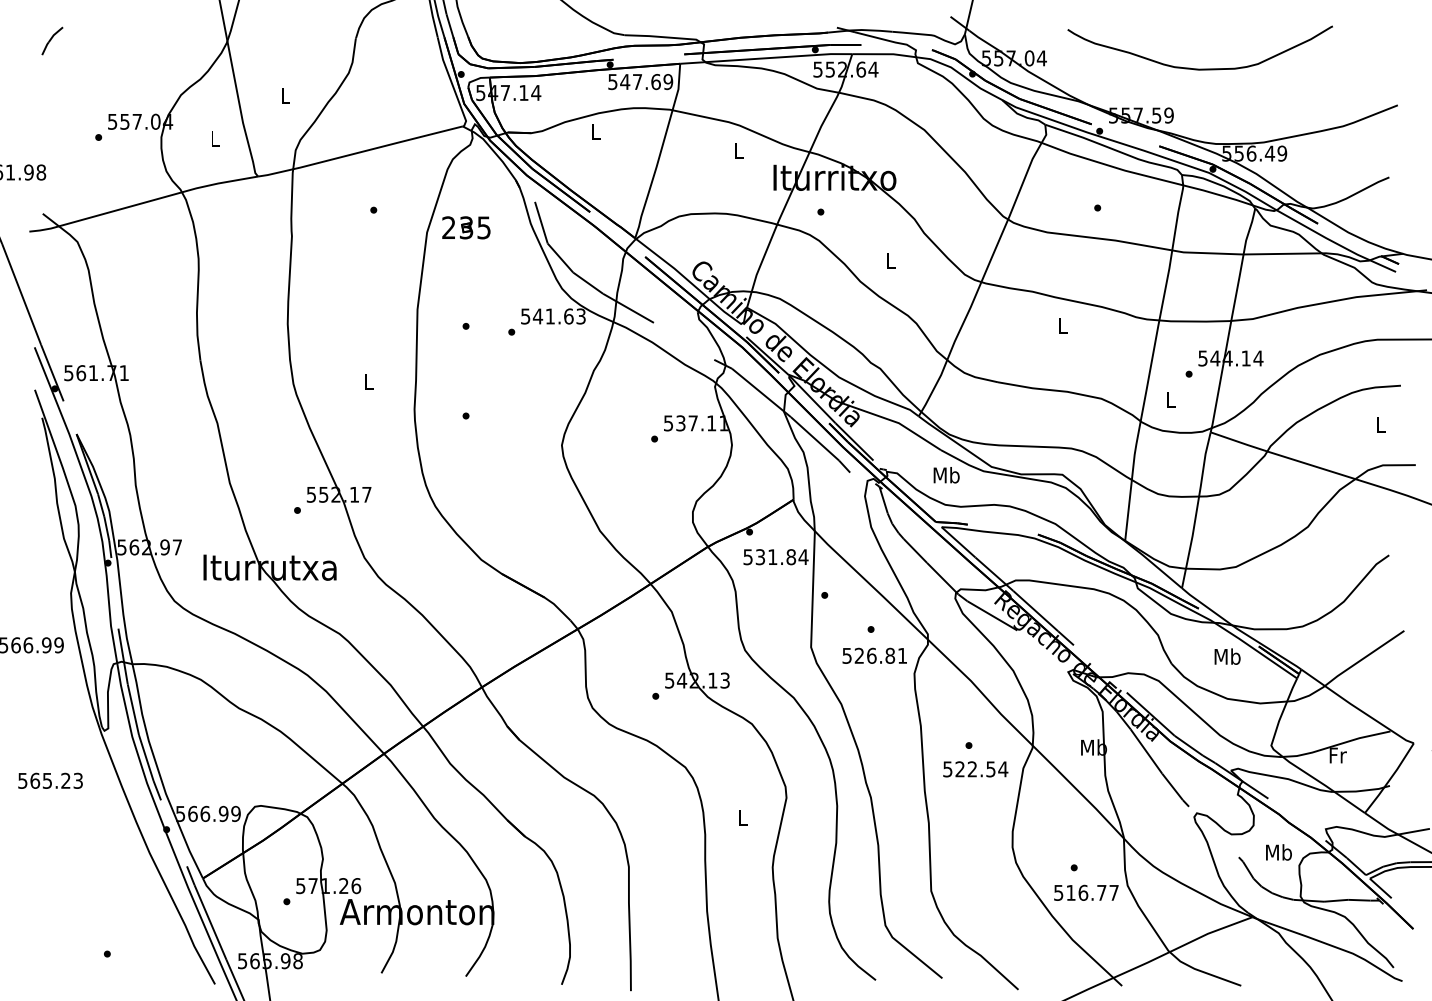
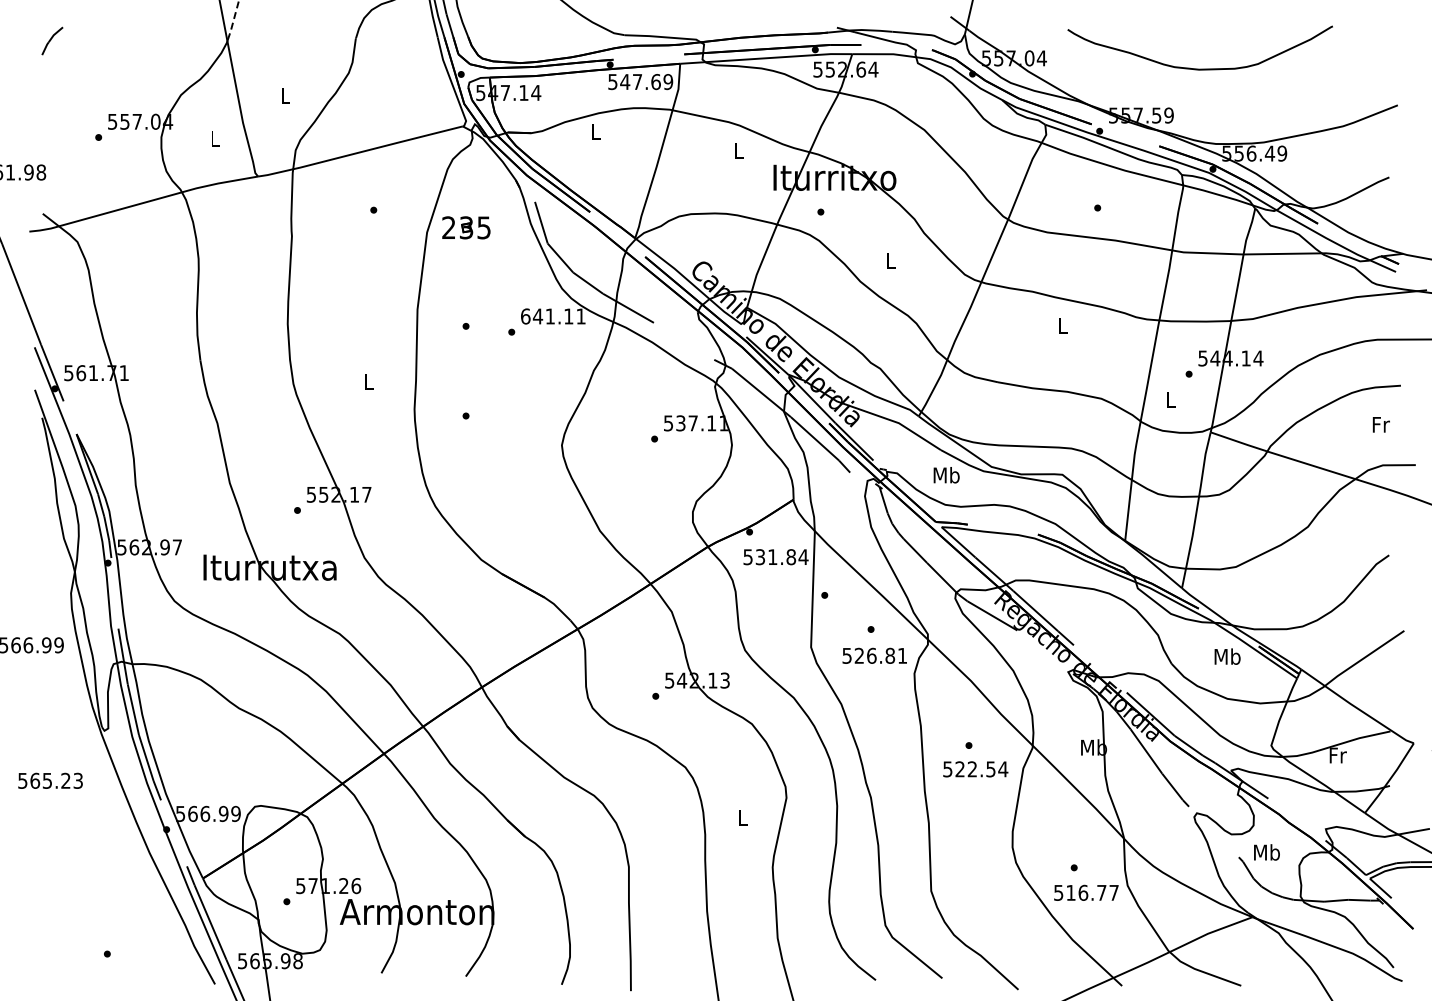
line at (233, 20): solid -> dashed
text at (553, 316): 541.63 -> 641.11
text at (1380, 424): L -> Fr
text at (1278, 852) position: (1278, 852) -> (1266, 852)
